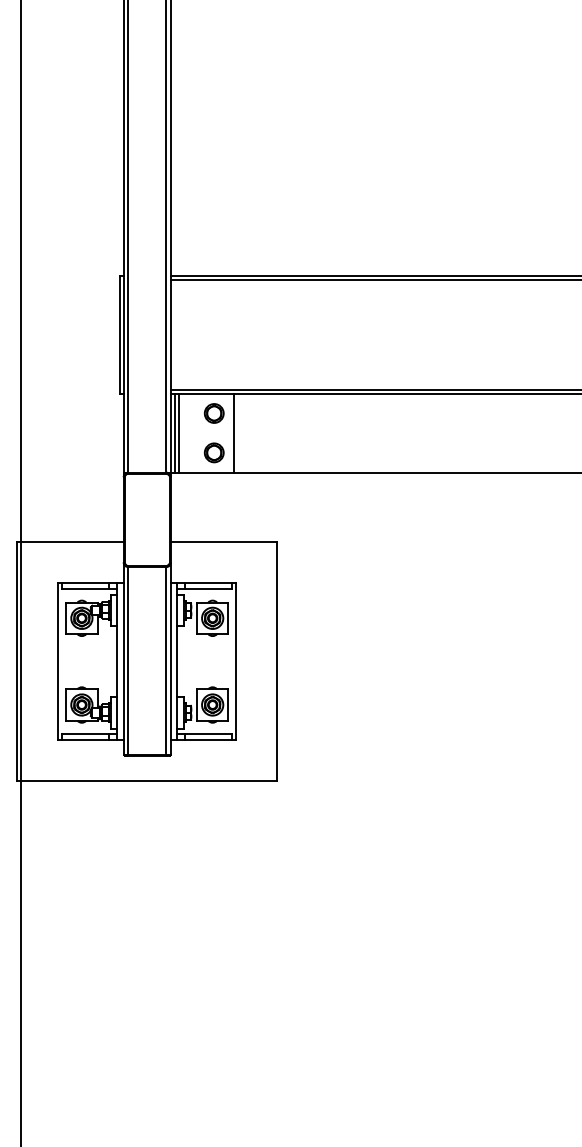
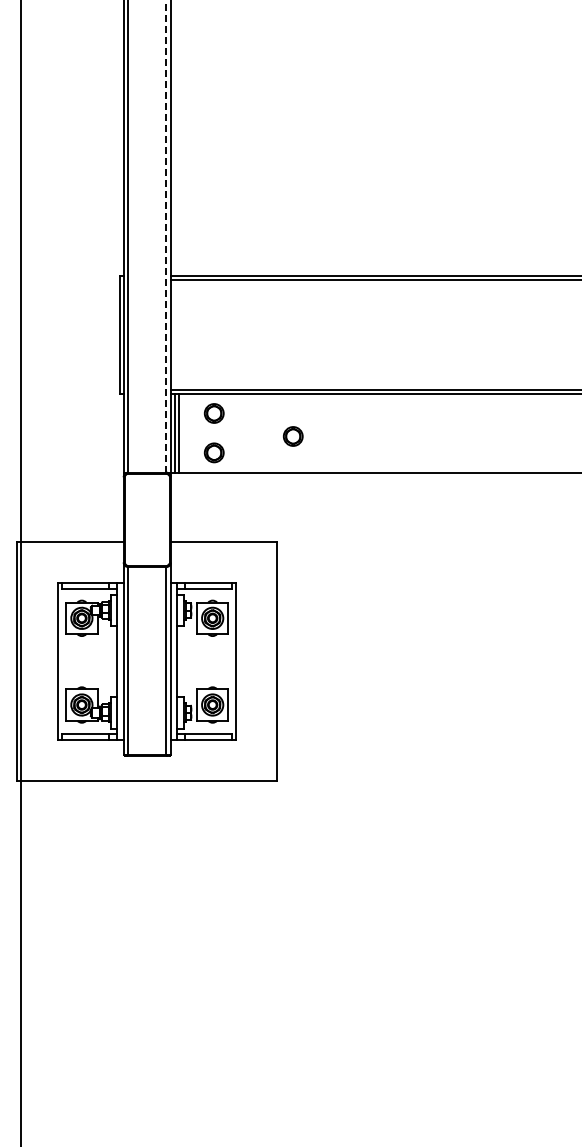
line at (166, 236): solid -> dashed
line at (233, 432): present -> none
part at (292, 436): none -> present
